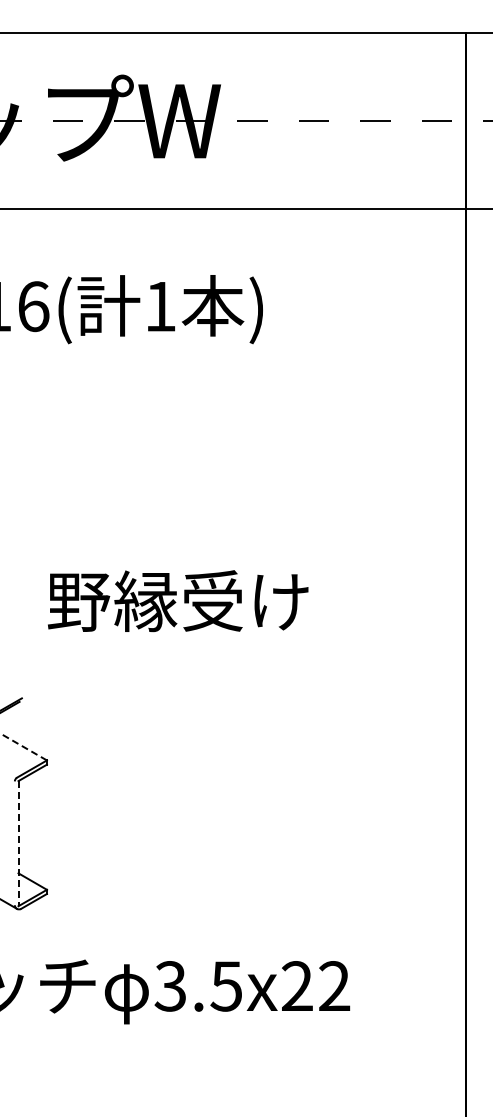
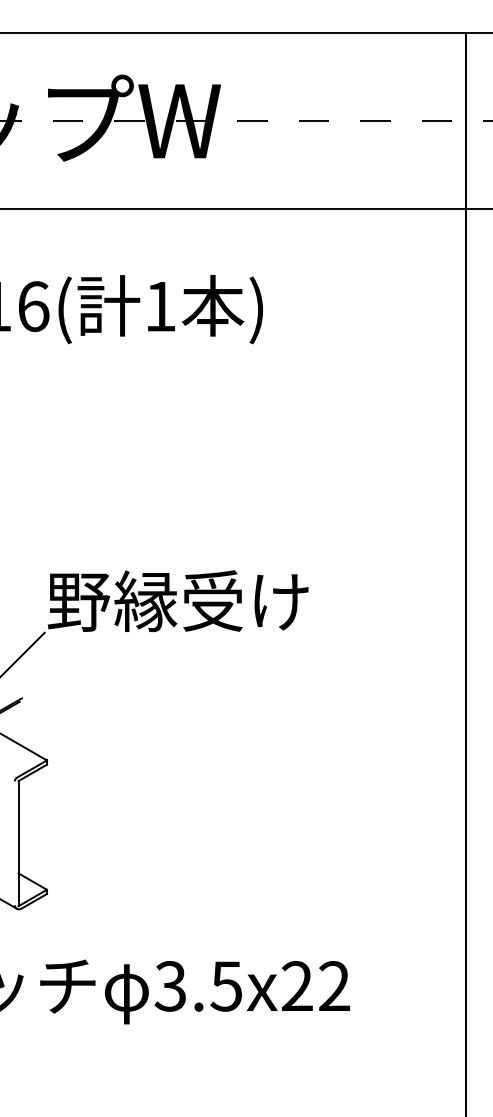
line at (23, 653): none -> present
line at (23, 746): dashed -> solid
line at (18, 843): dashed -> solid
